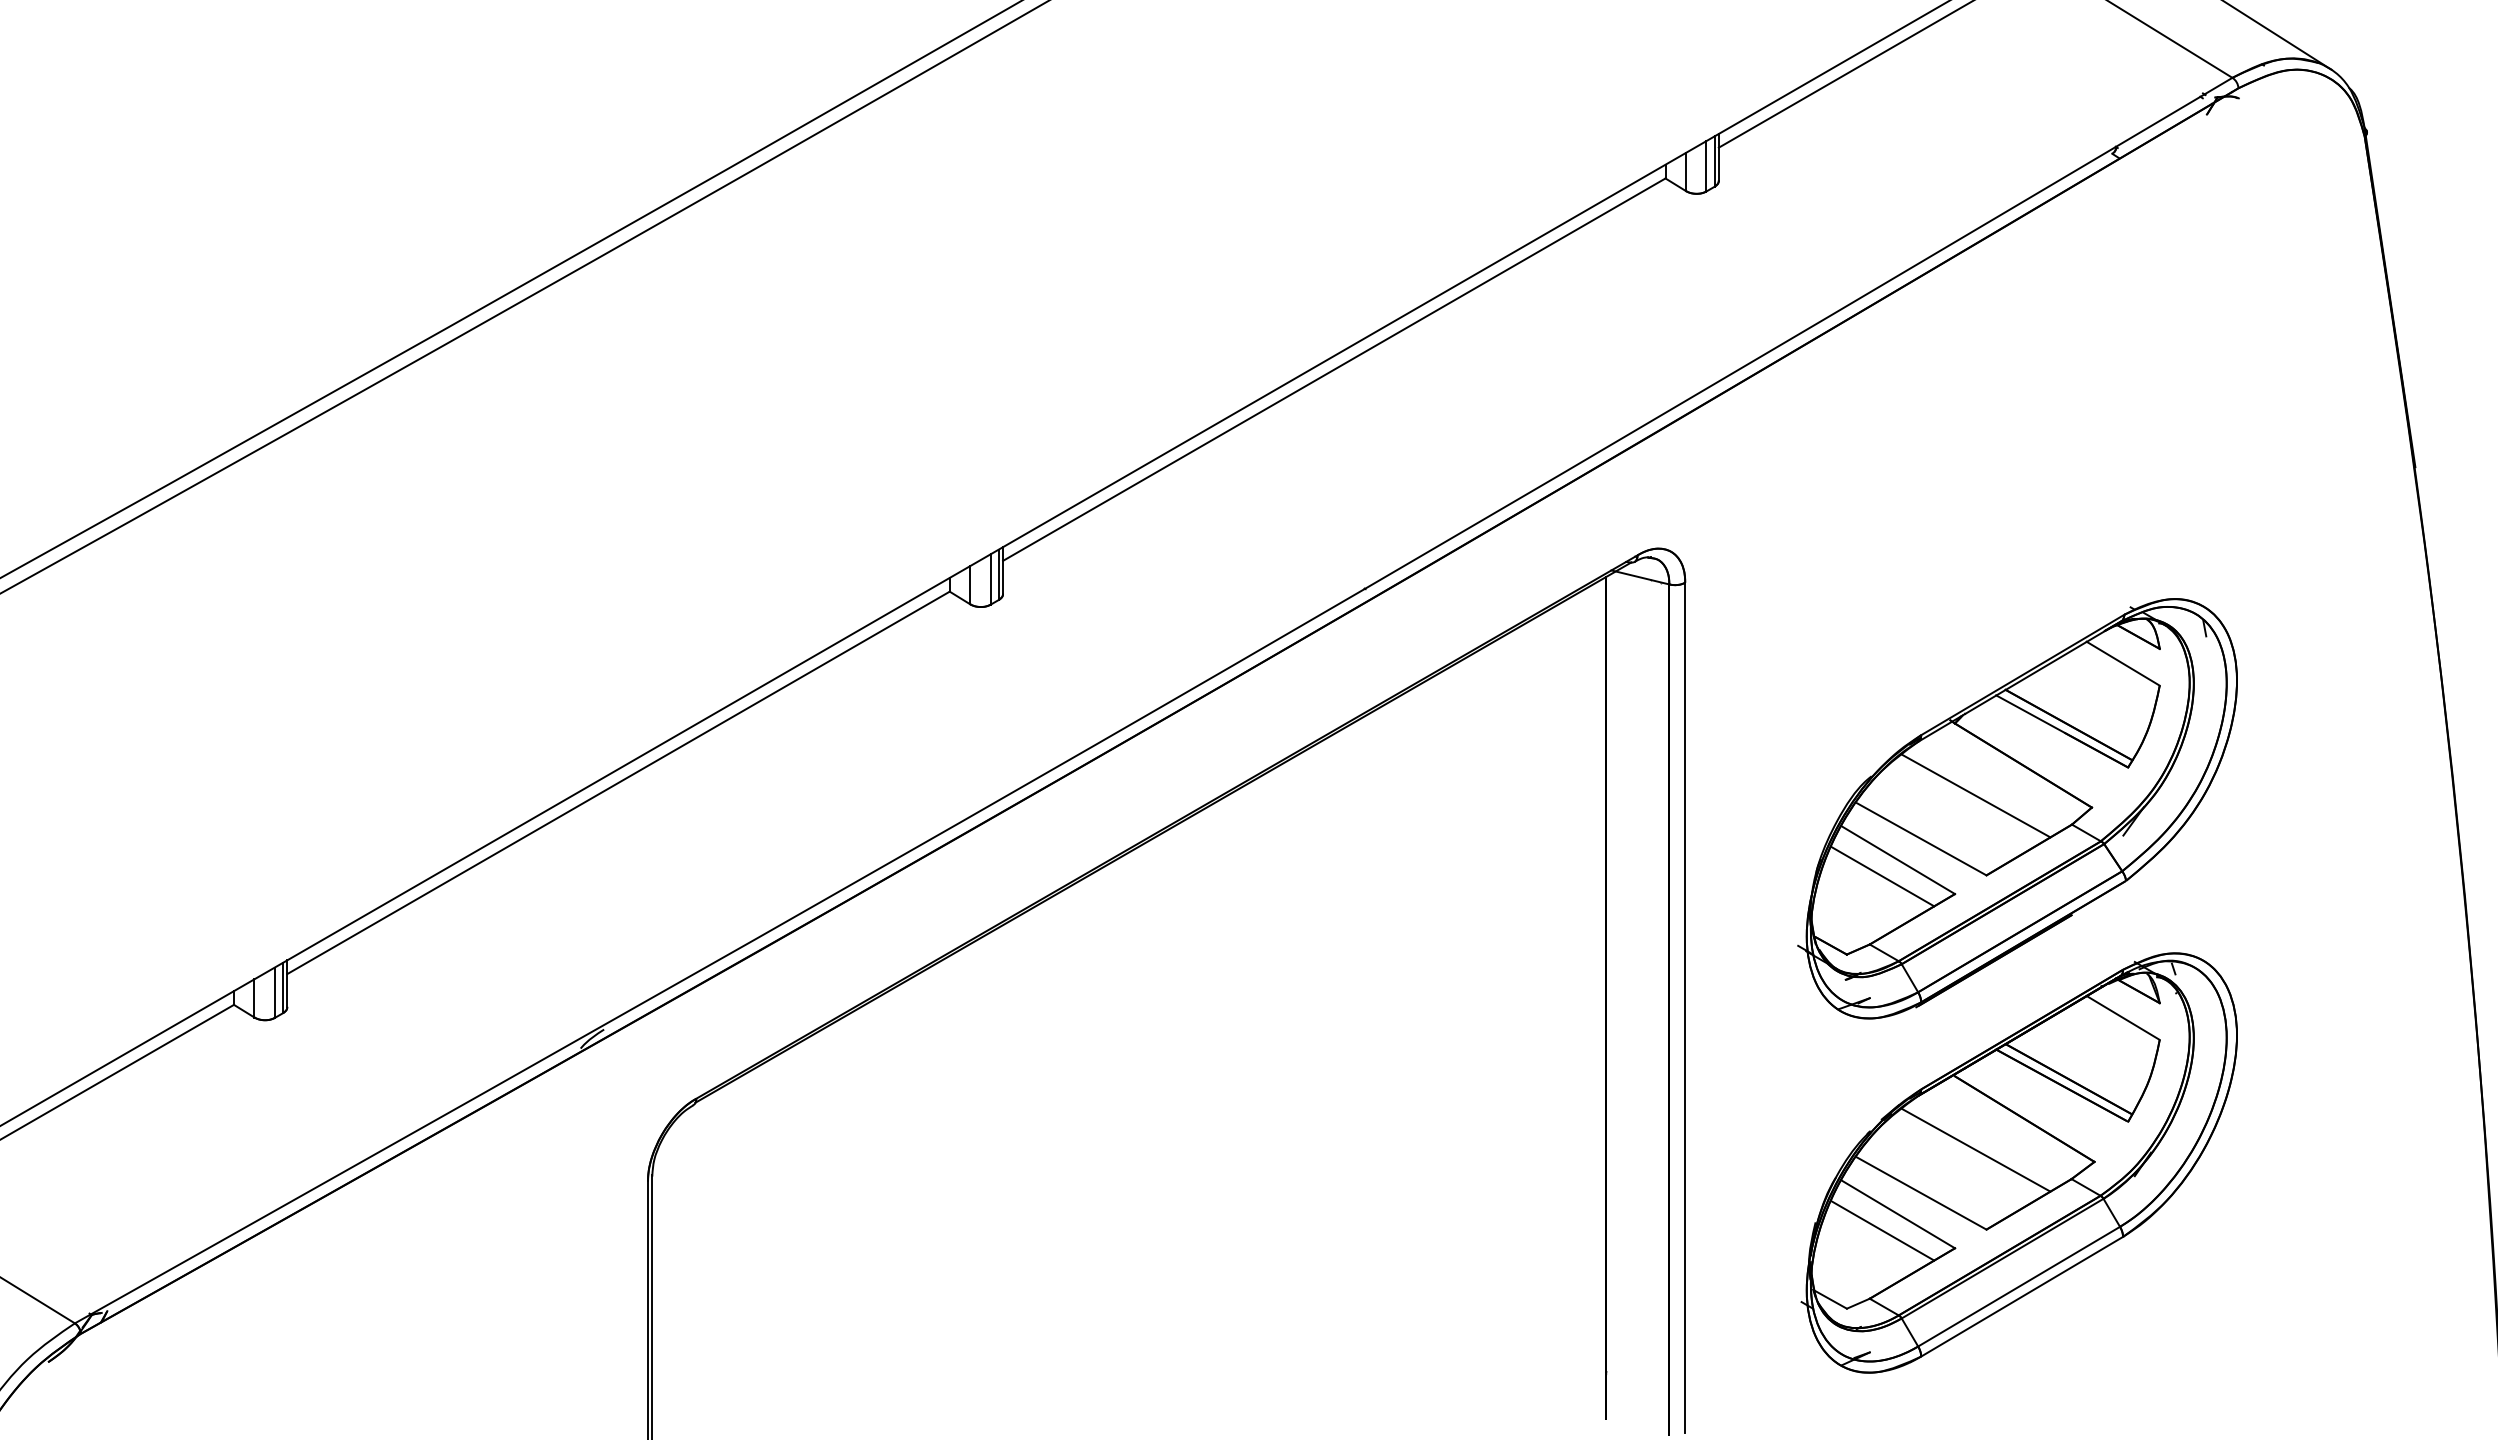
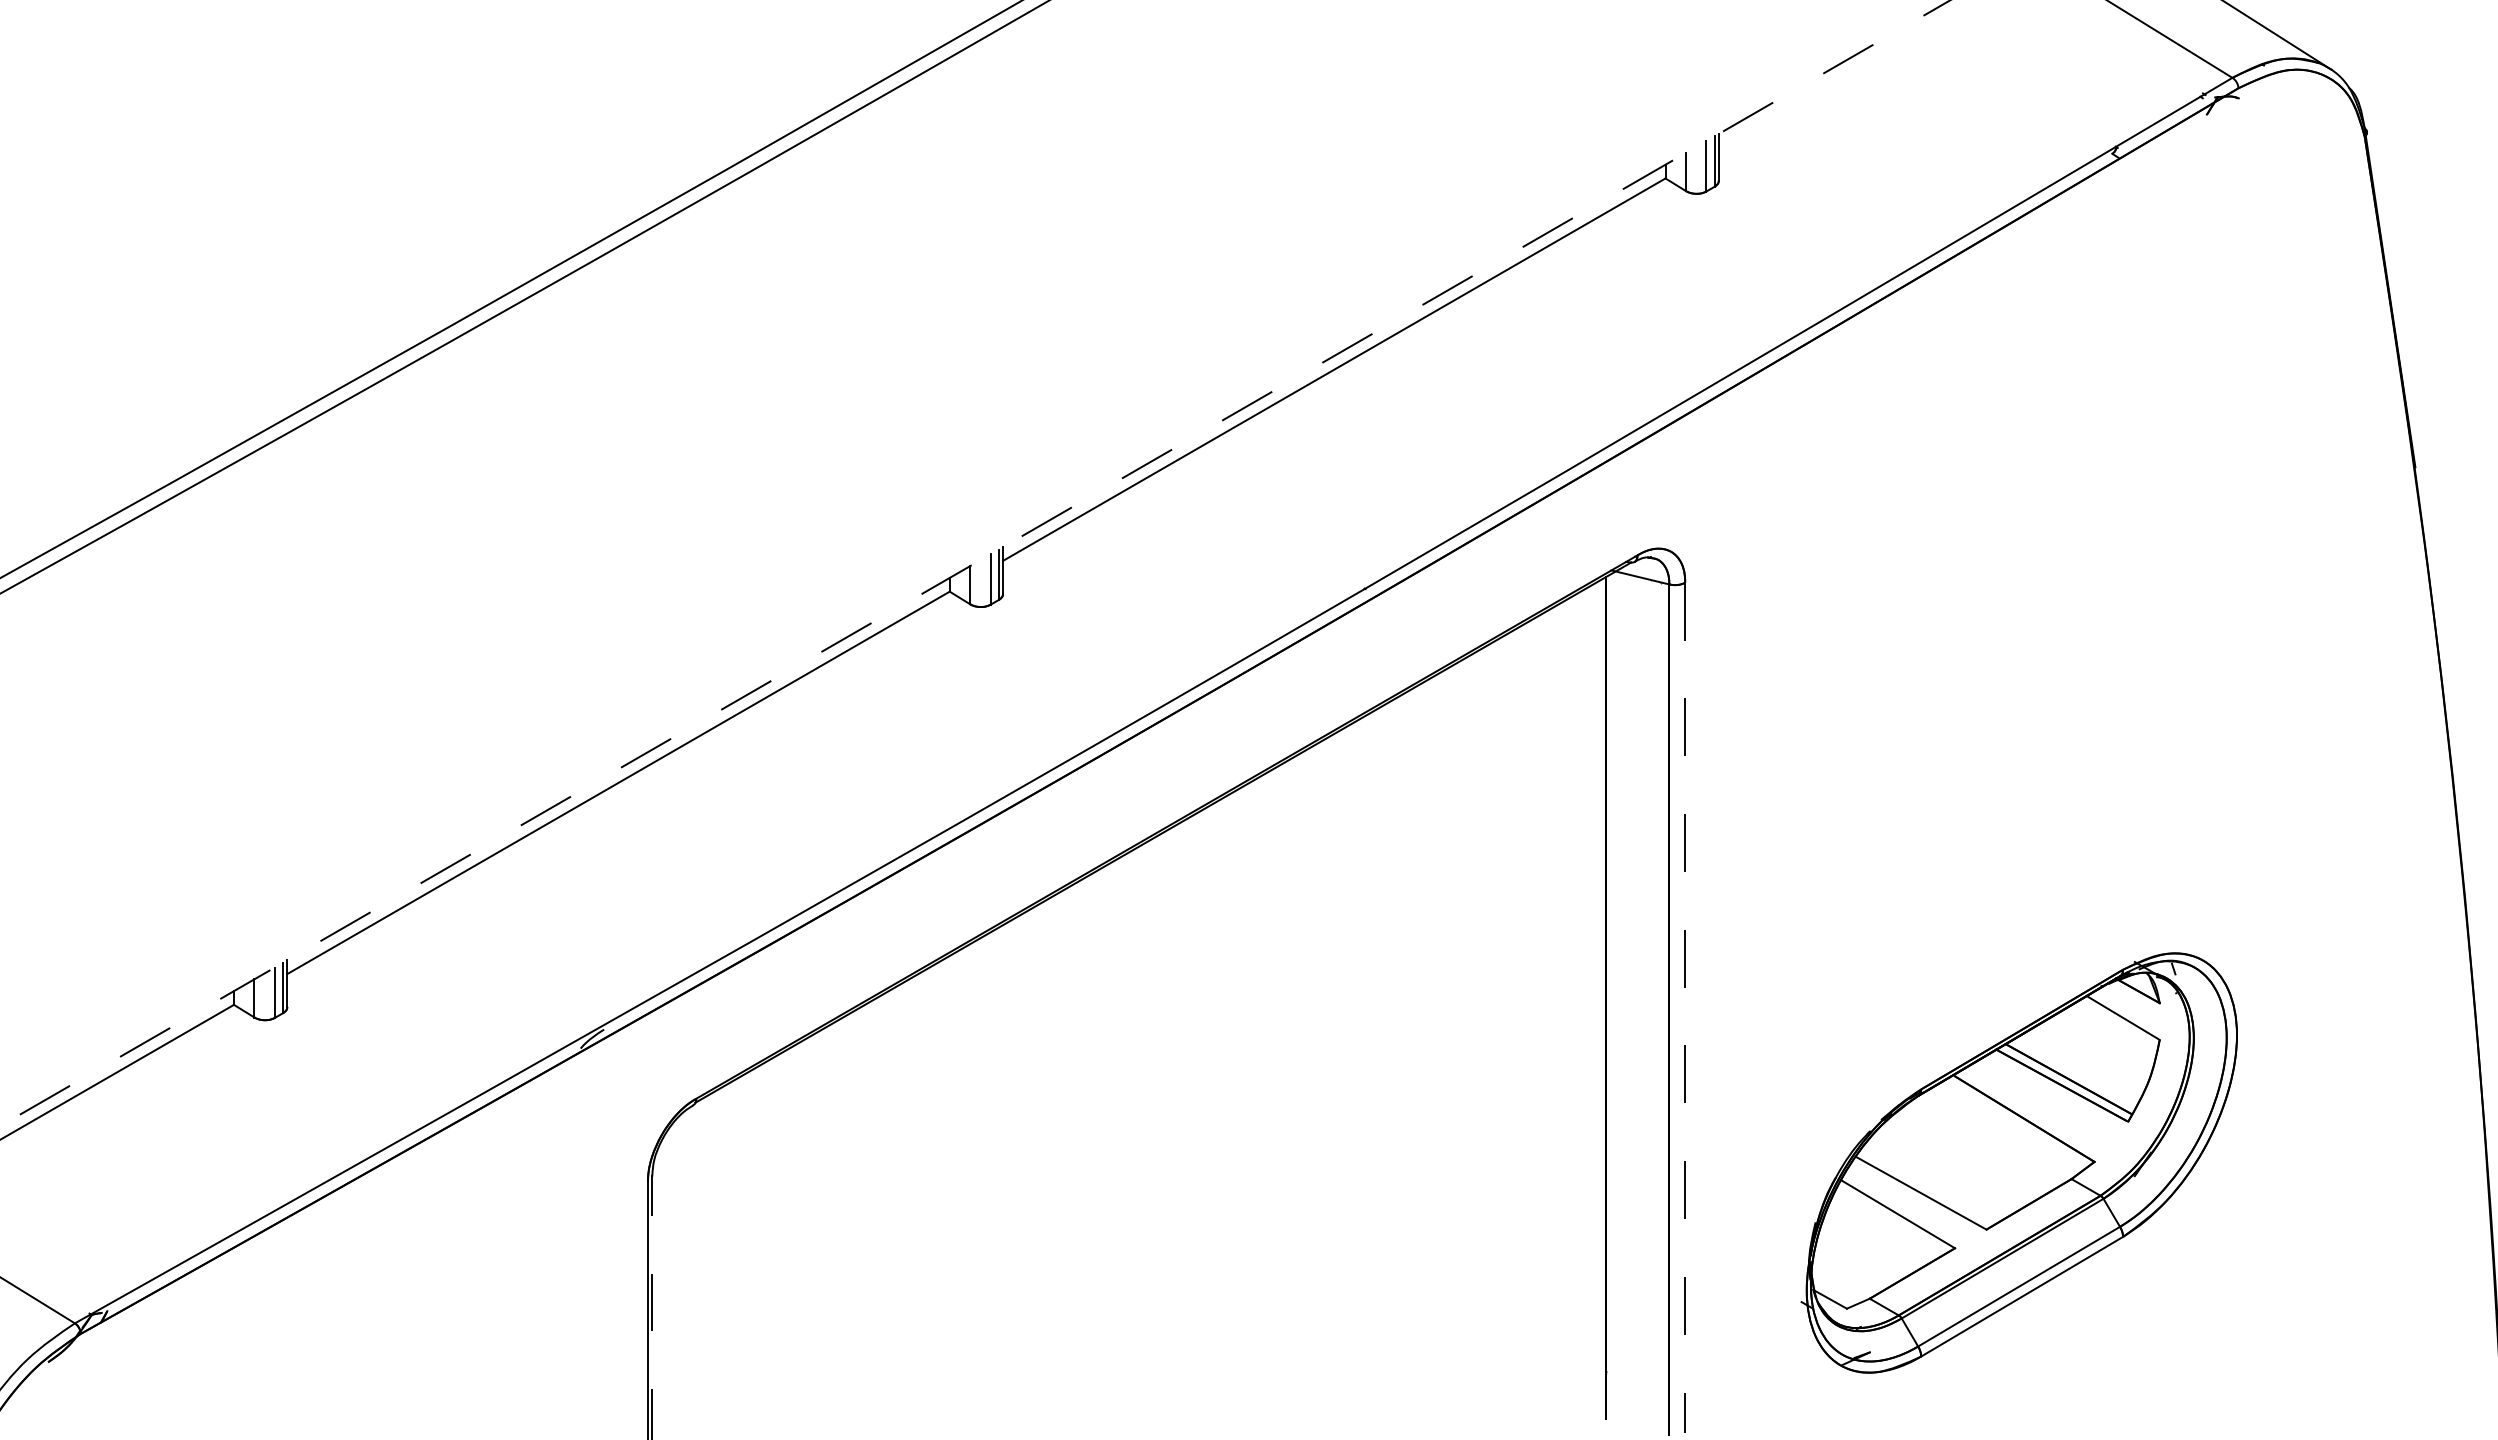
line at (1844, 74): present -> none
line at (975, 563): solid -> dashed
part at (2017, 808): present -> none
line at (1685, 1008): solid -> dashed
line at (1976, 1150): present -> none
line at (1882, 1230): present -> none
line at (652, 1307): solid -> dashed
